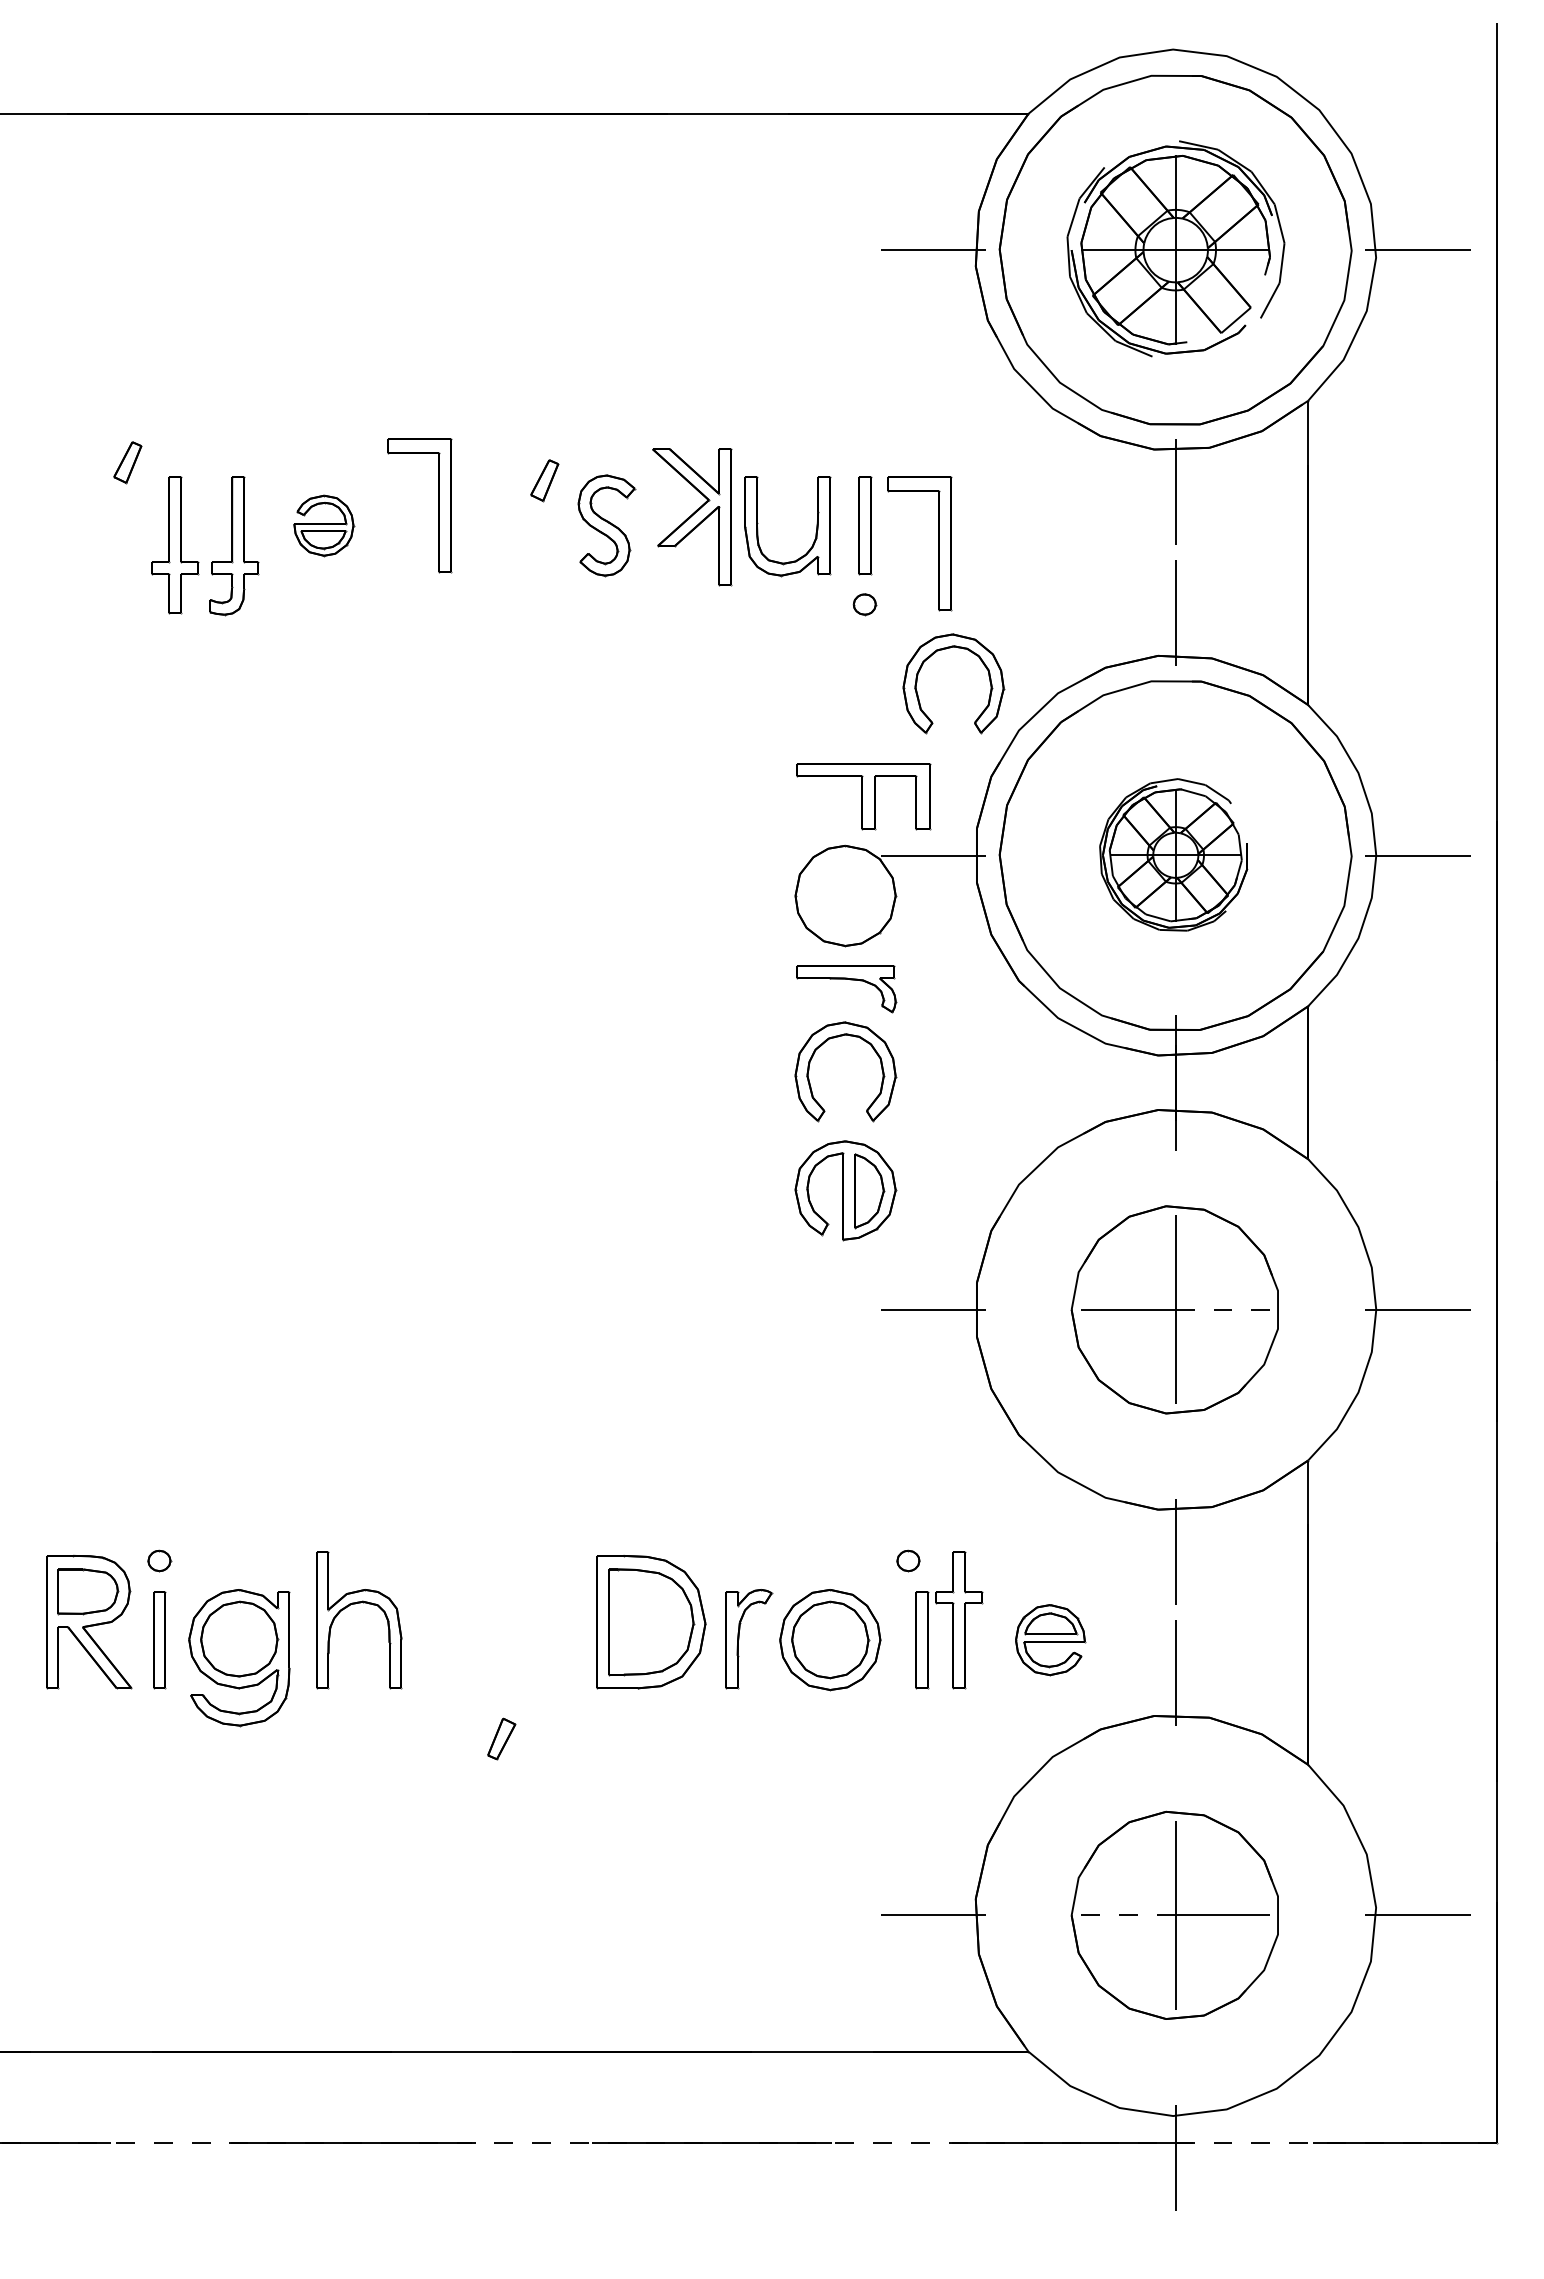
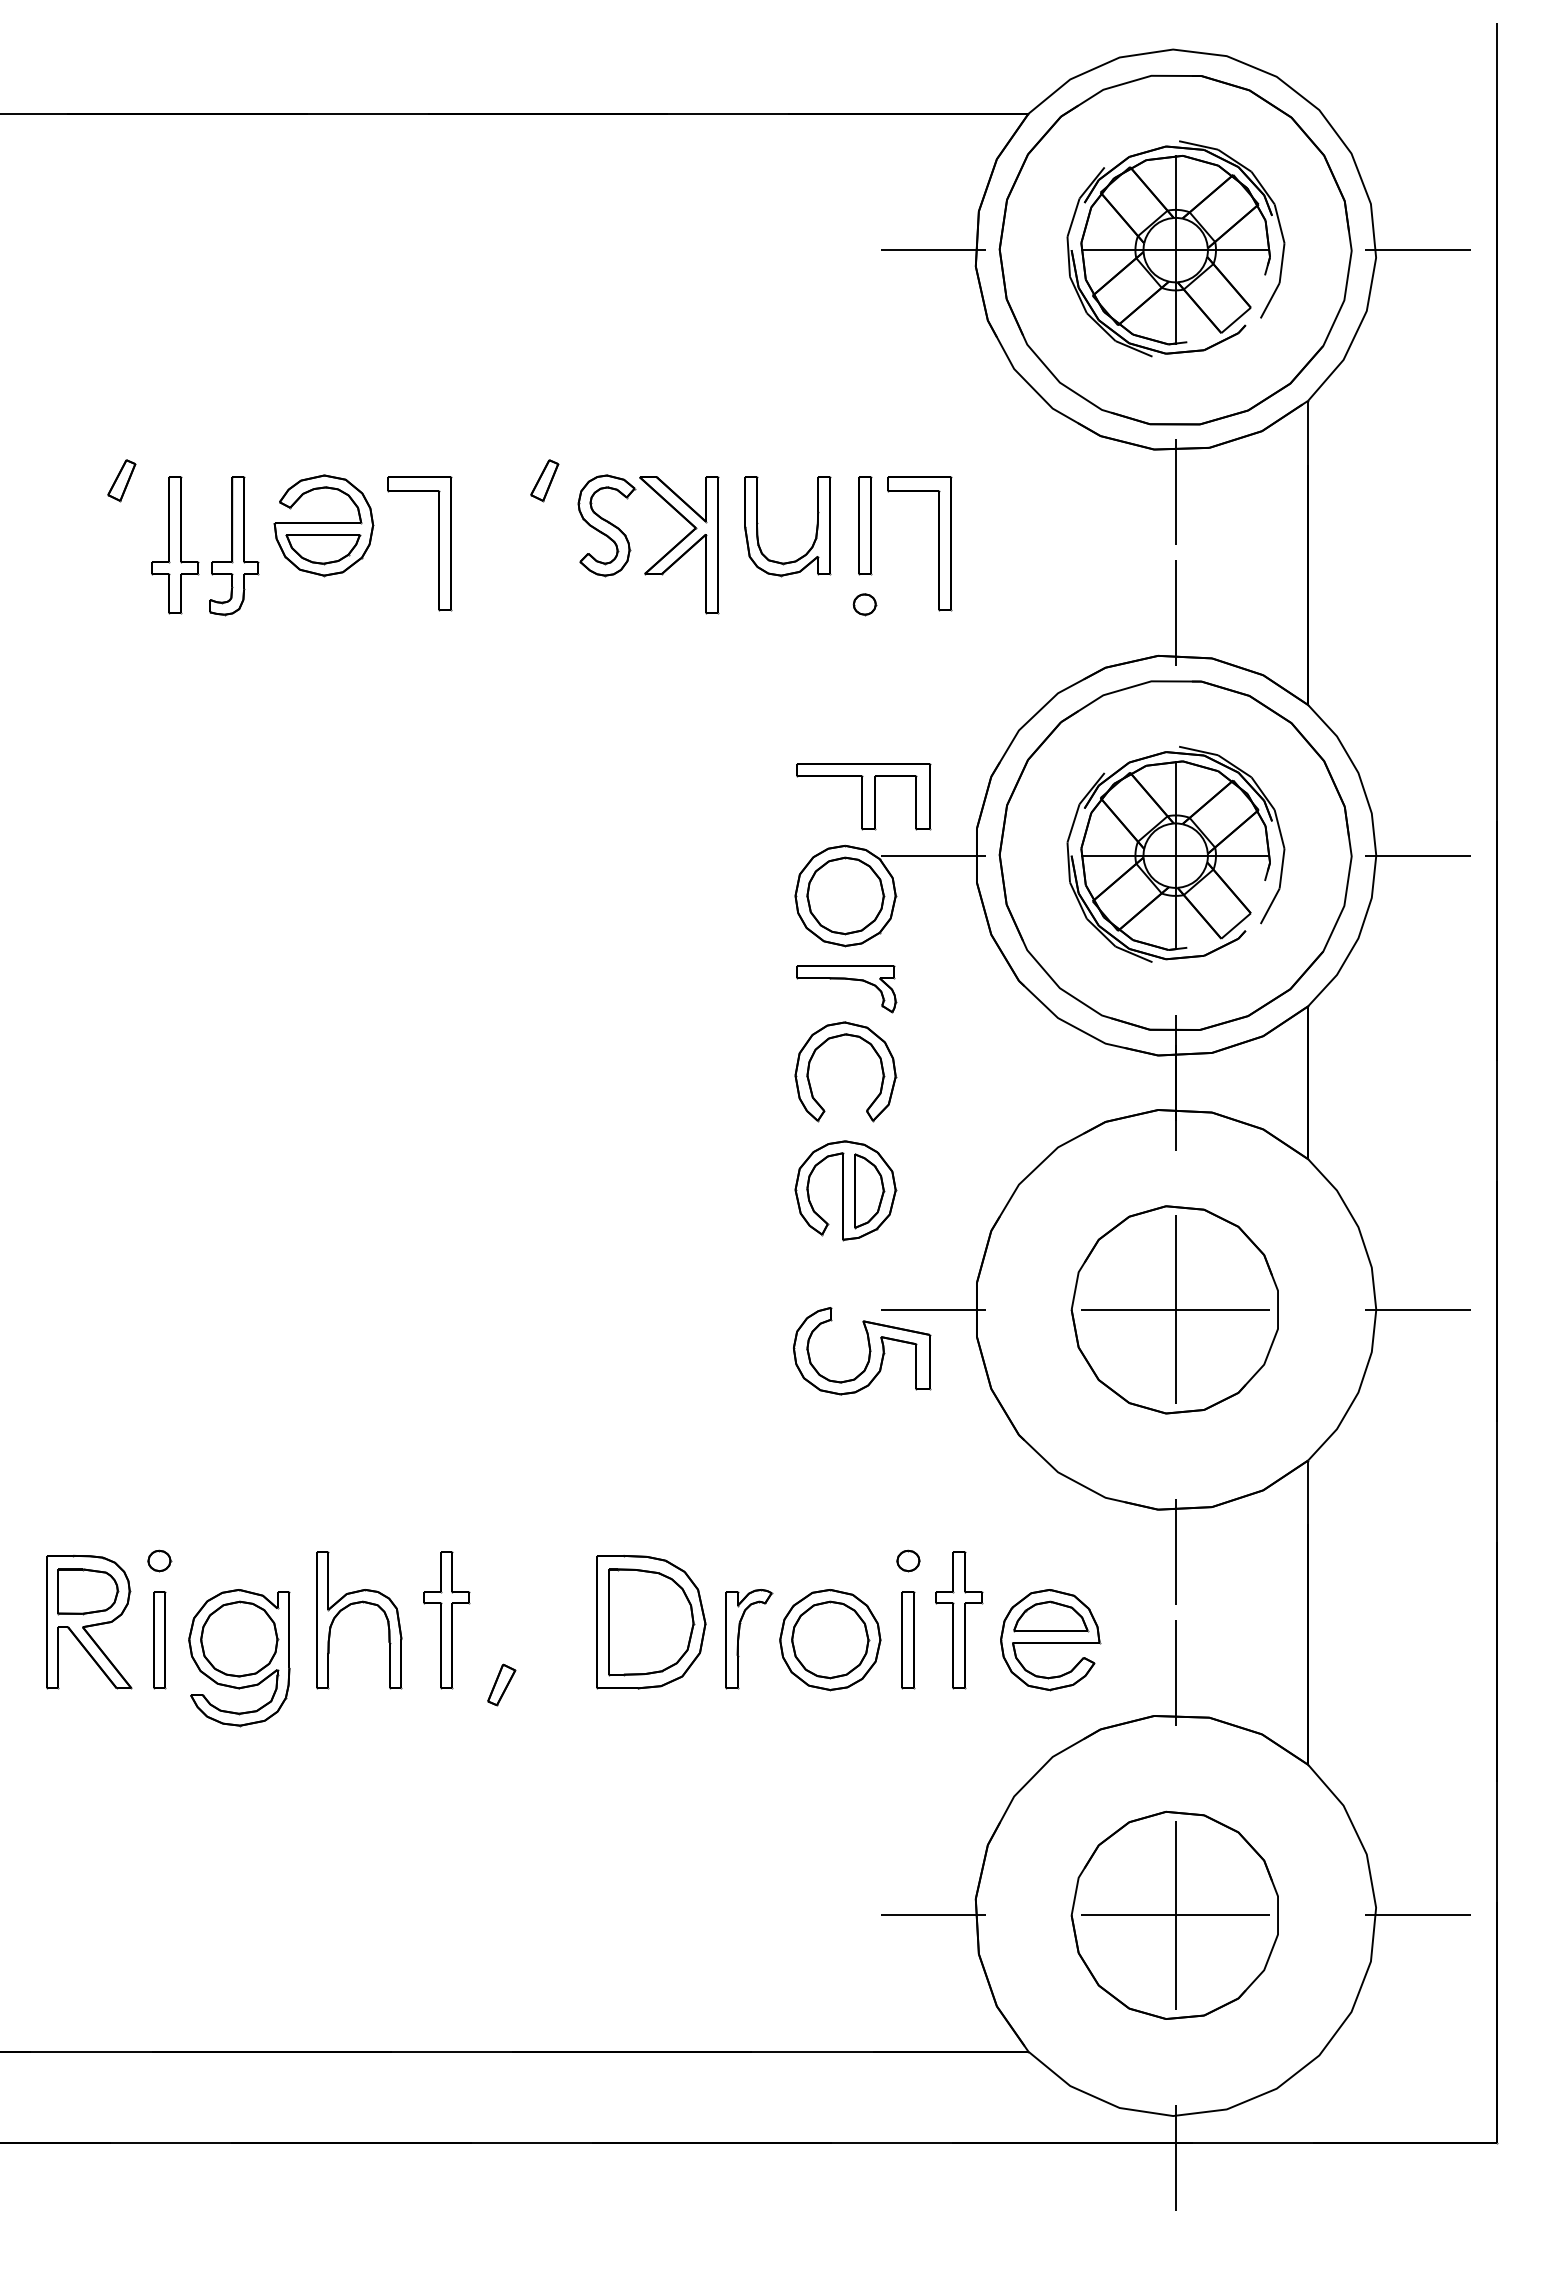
part at (127, 462) position: (127, 462) -> (121, 480)
part at (438, 505) position: (438, 505) -> (438, 543)
part at (692, 517) position: (692, 517) -> (679, 545)
part at (324, 525) size: 63x64 px -> 102x104 px
part at (929, 658): present -> none
part at (1173, 854) size: 150x154 px -> 220x217 px
part at (845, 895): none -> present
line at (1223, 1309): dashed -> solid
part at (868, 1353): none -> present
part at (446, 1620): none -> present
part at (922, 1640) position: (922, 1640) -> (908, 1640)
part at (1050, 1640) size: 72x73 px -> 102x103 px
part at (501, 1738) position: (501, 1738) -> (501, 1684)
line at (1127, 1915): dashed -> solid
line at (749, 2142): dashed -> solid
